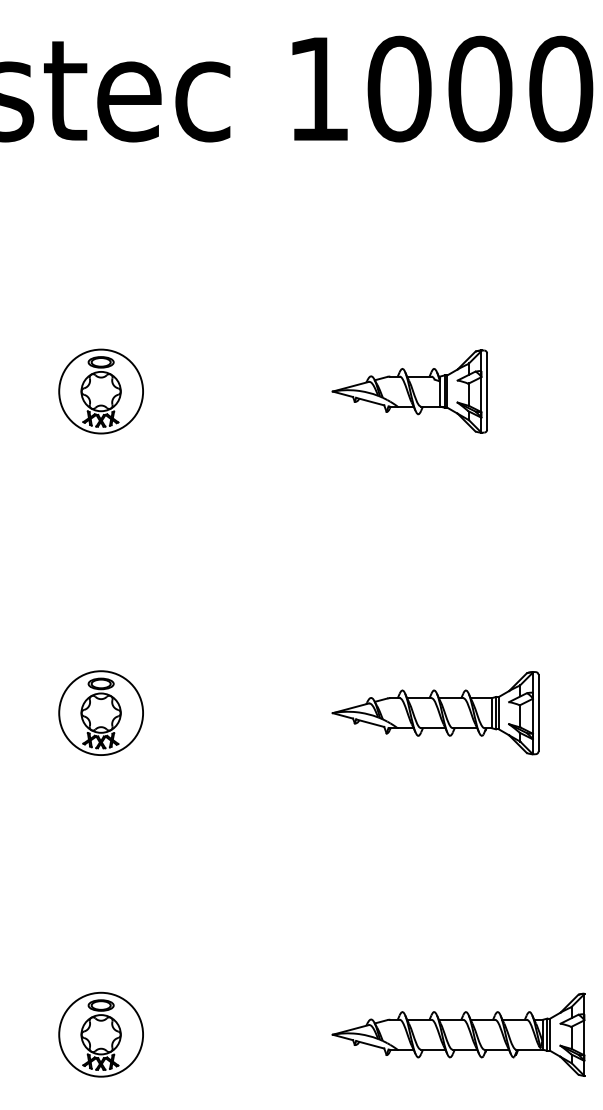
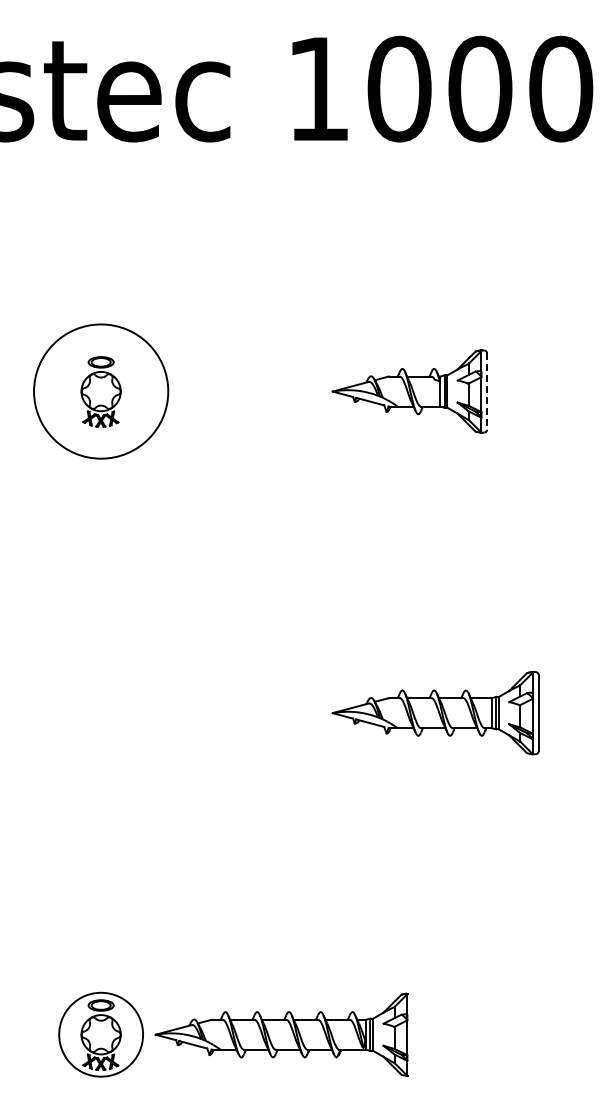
circle at (101, 391) diameter: 84 px -> 134 px
line at (487, 392): solid -> dashed
part at (100, 712): present -> none
part at (458, 1034) position: (458, 1034) -> (281, 1034)
